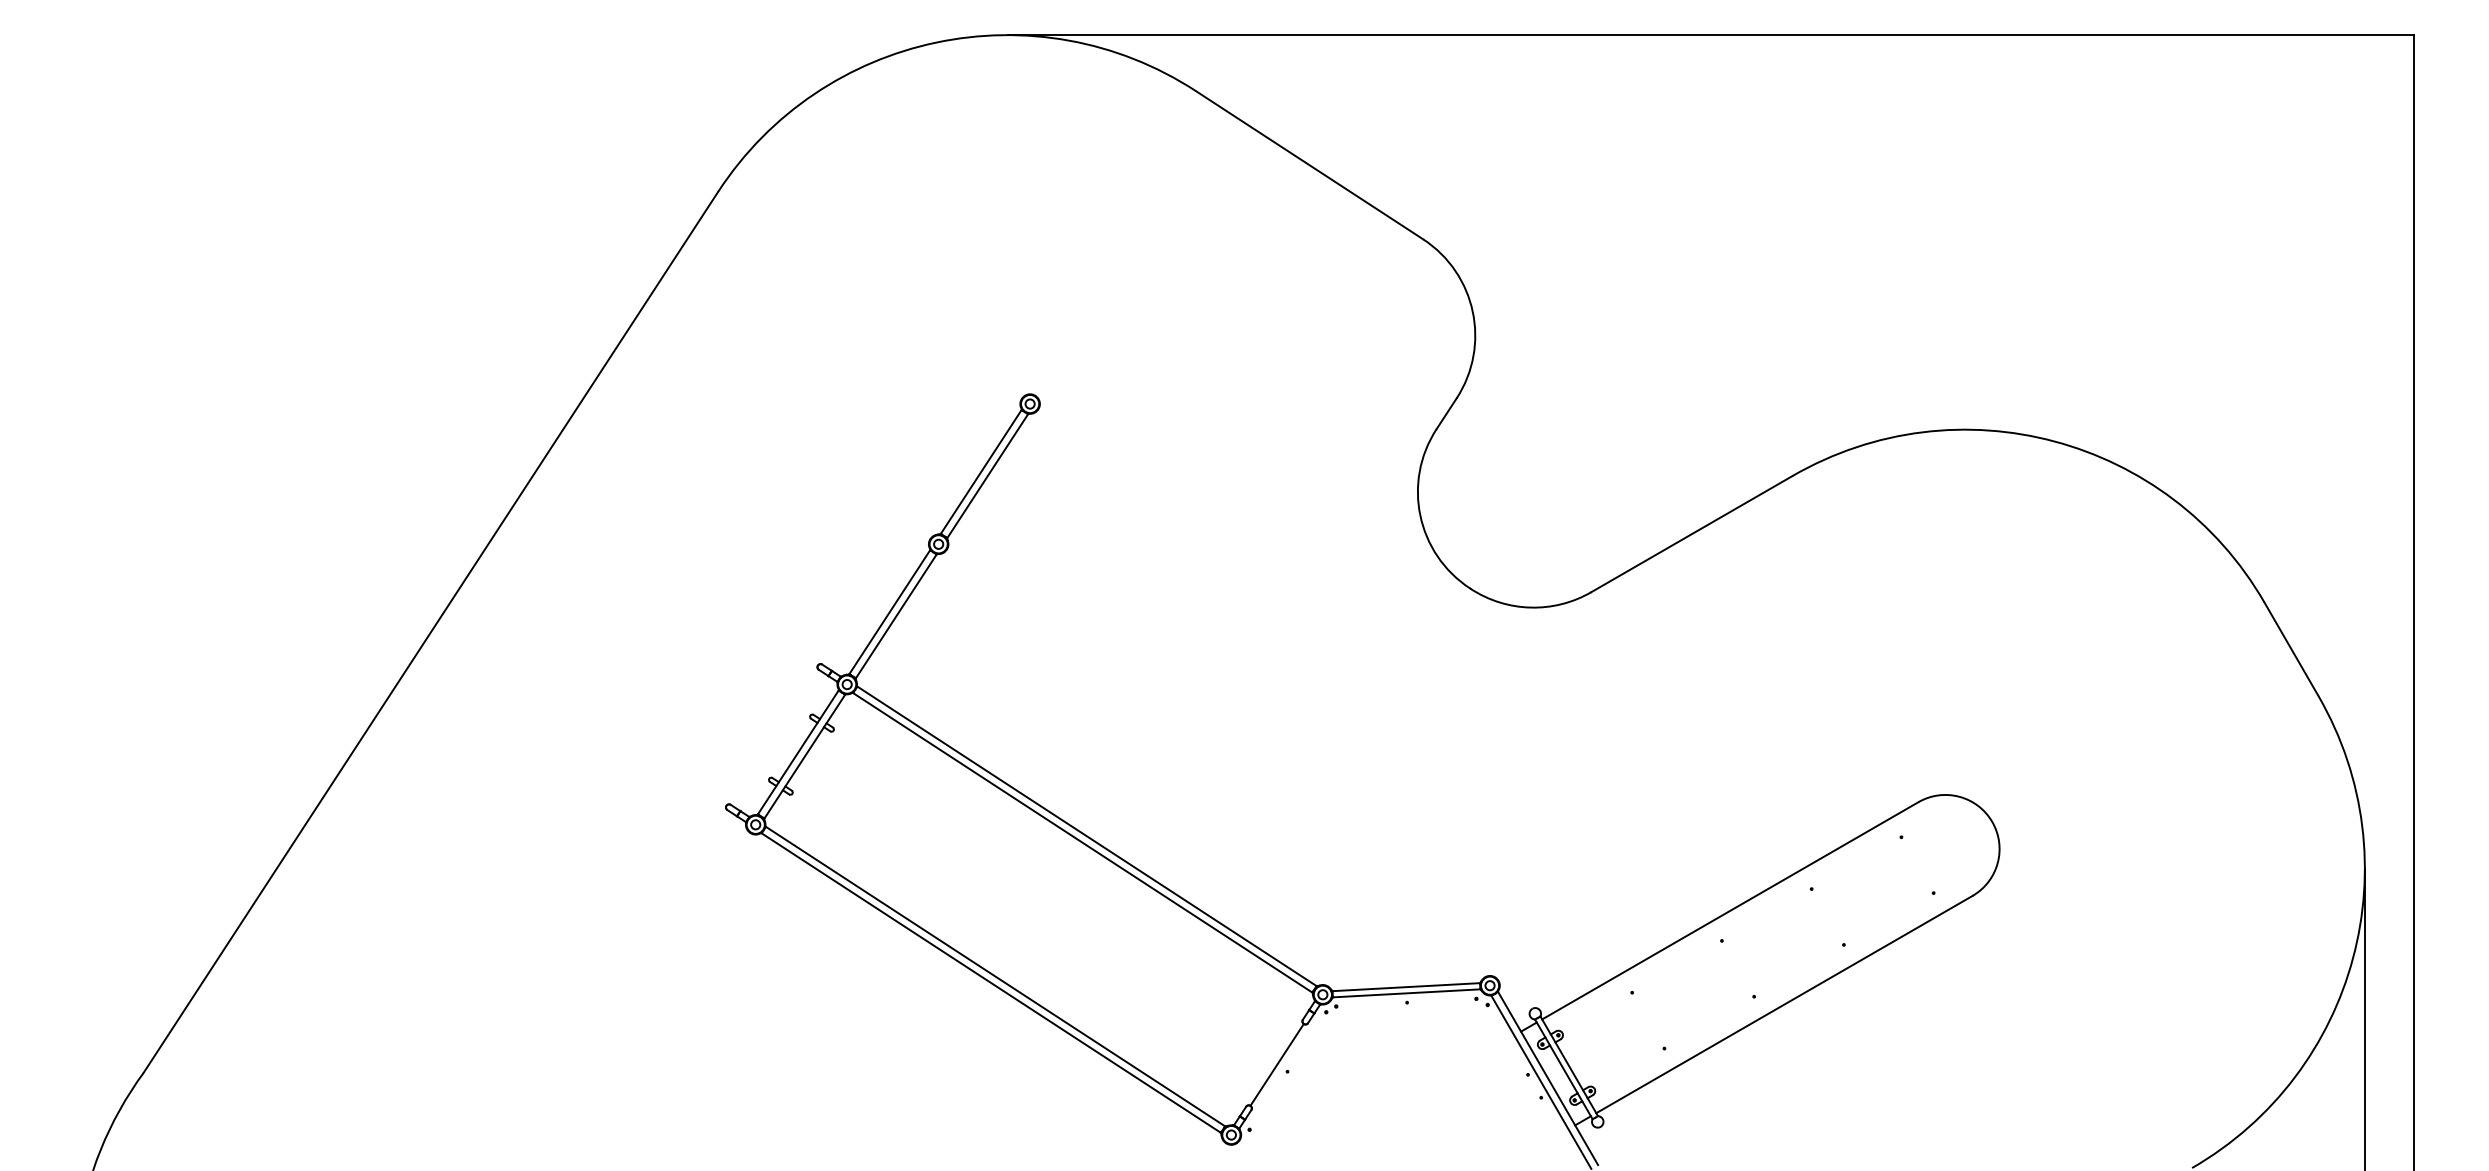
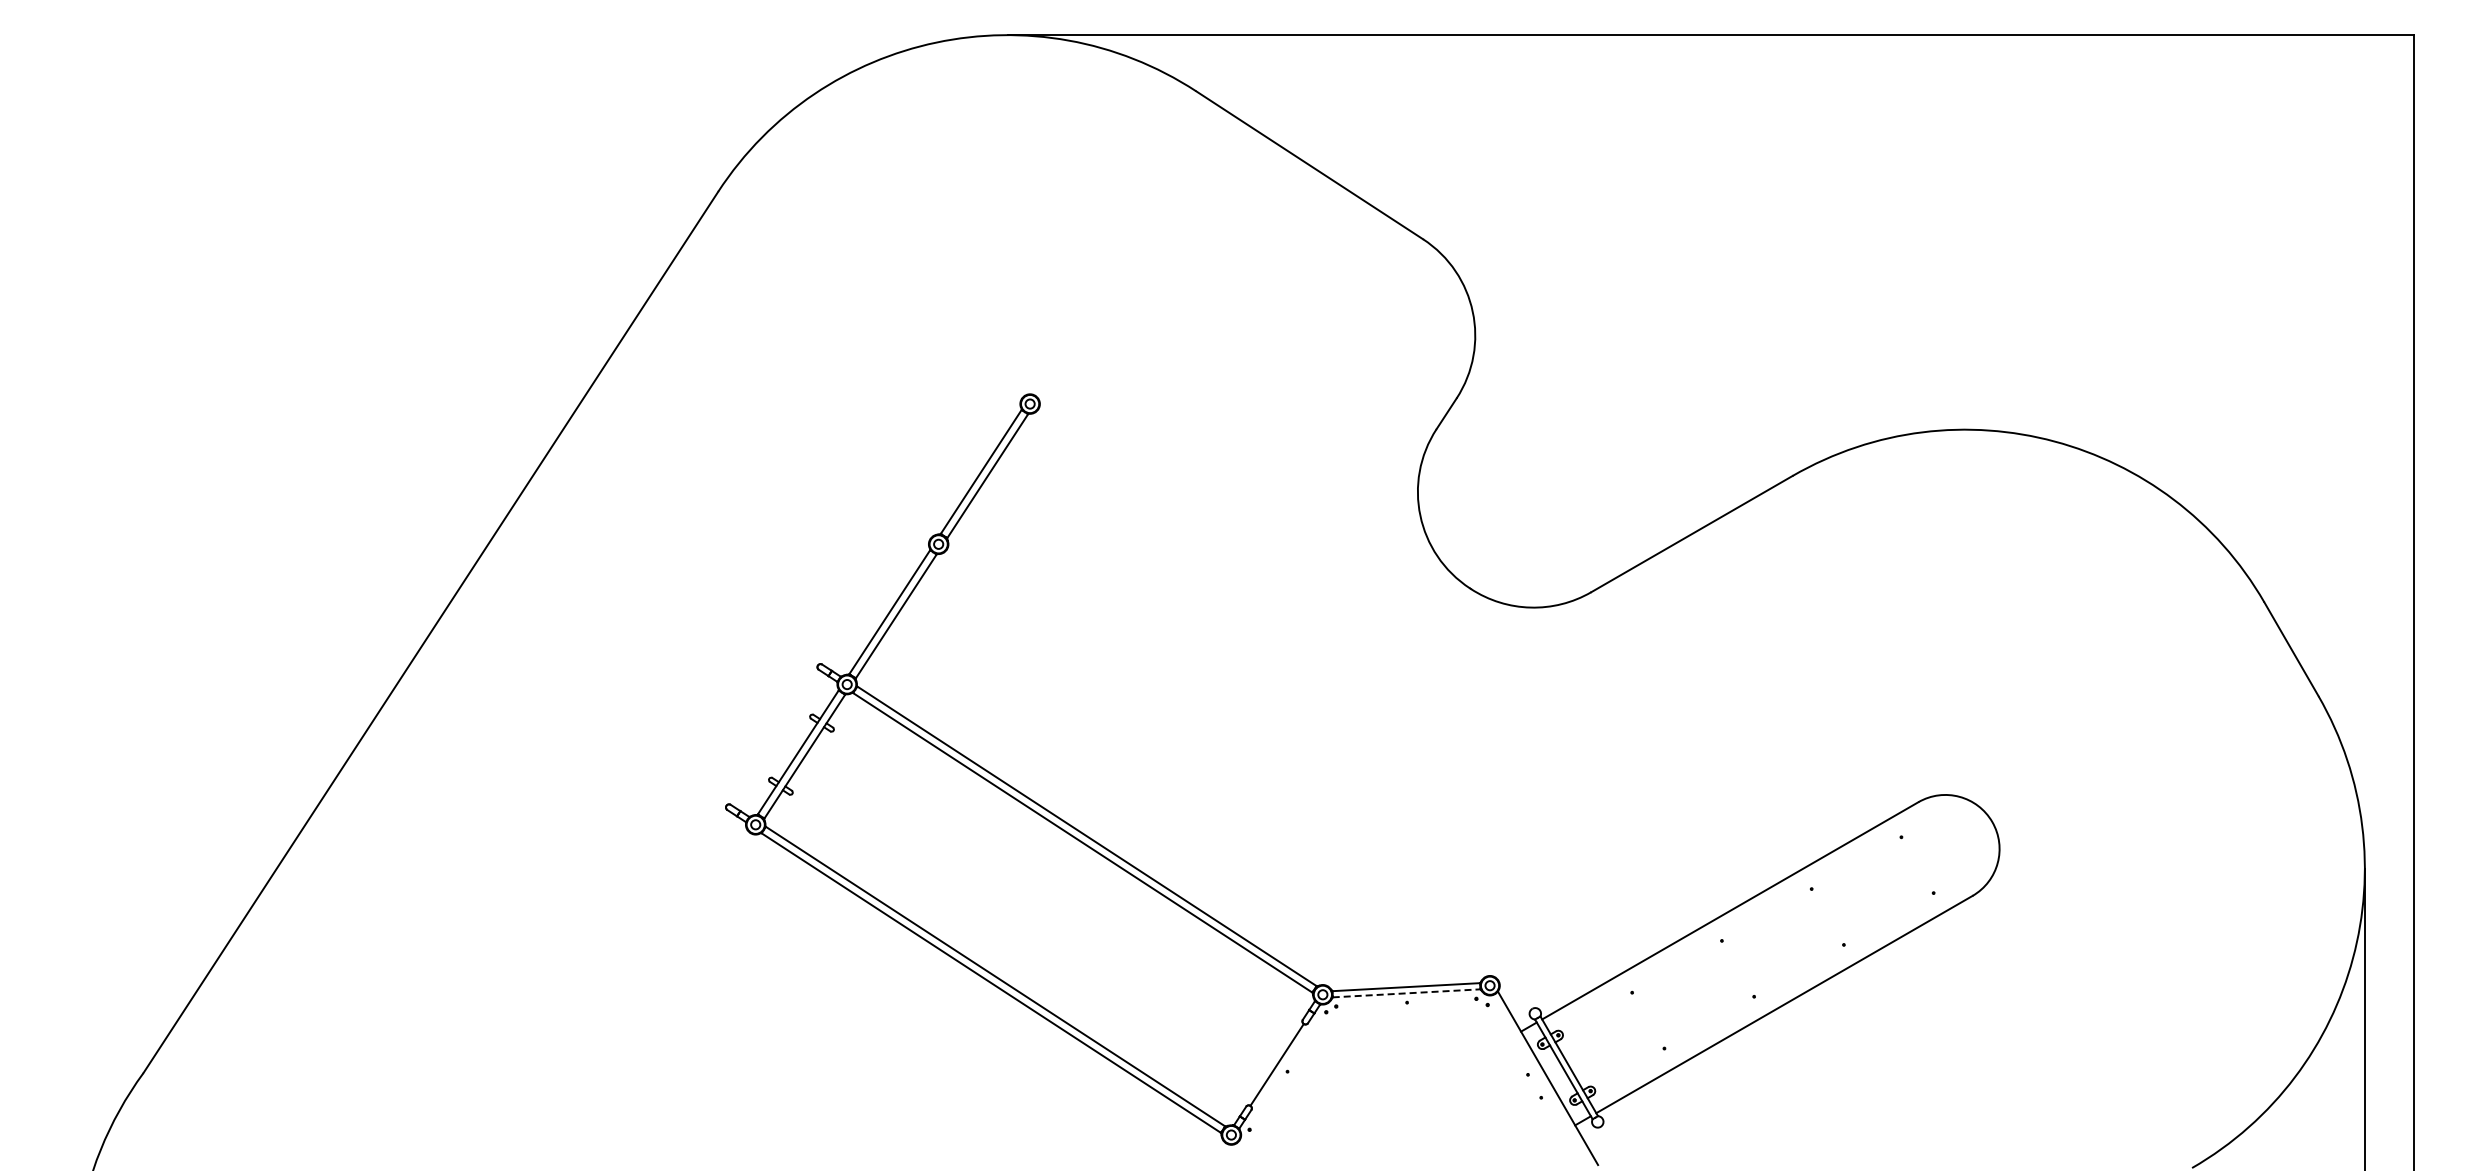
line at (1407, 993): solid -> dashed
line at (1540, 1081): present -> none
